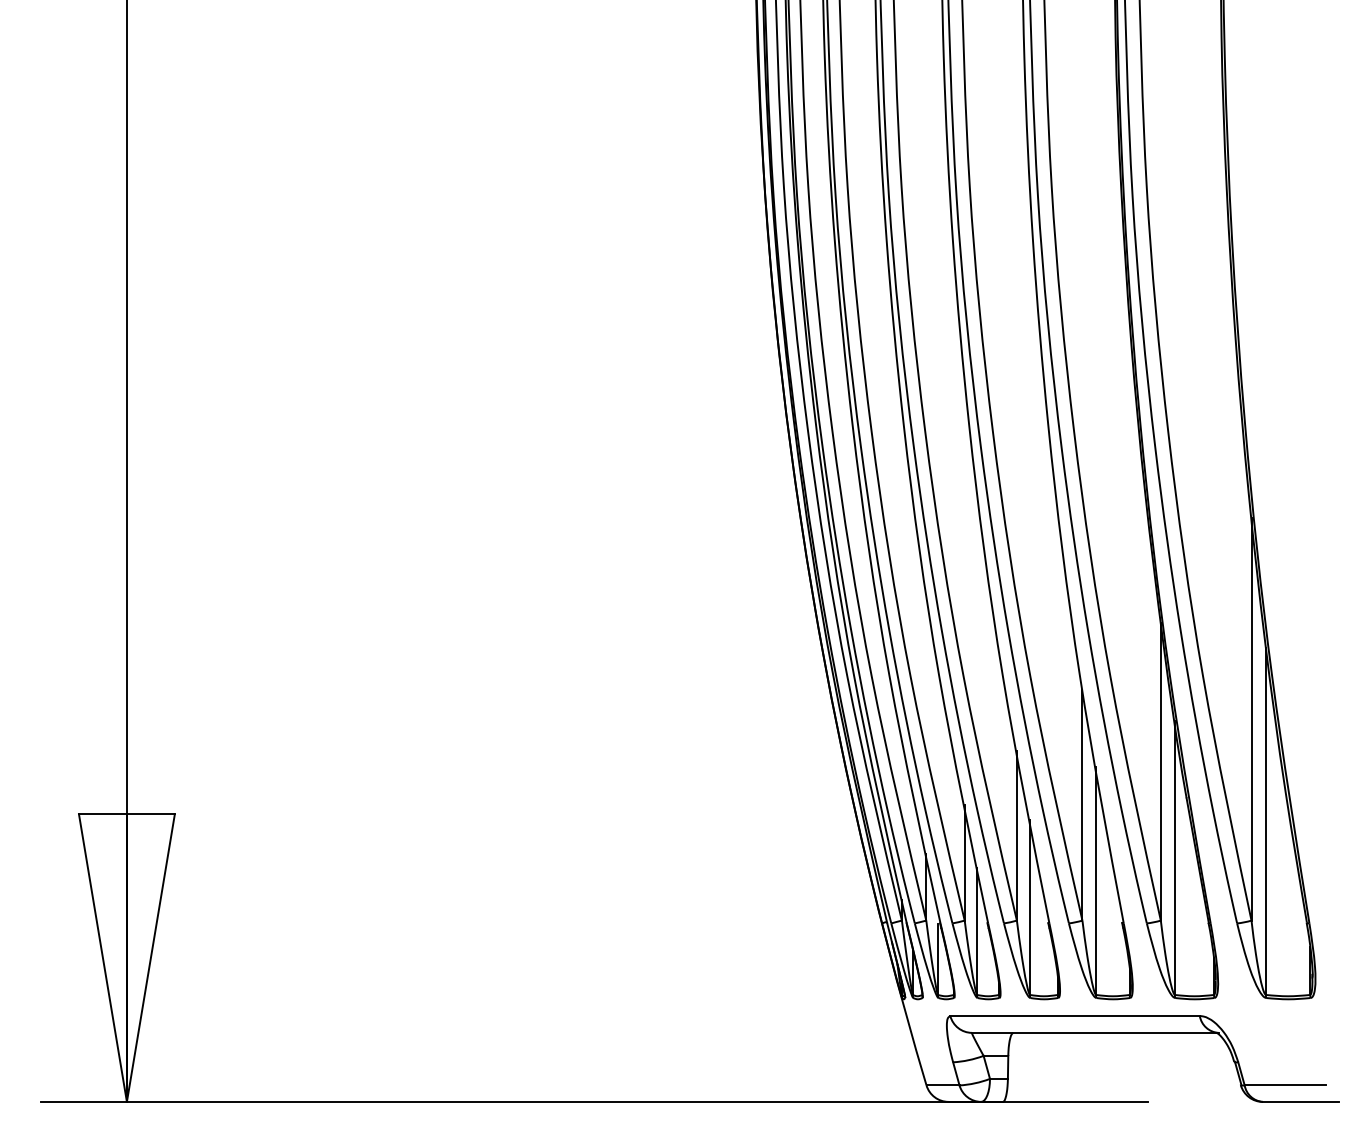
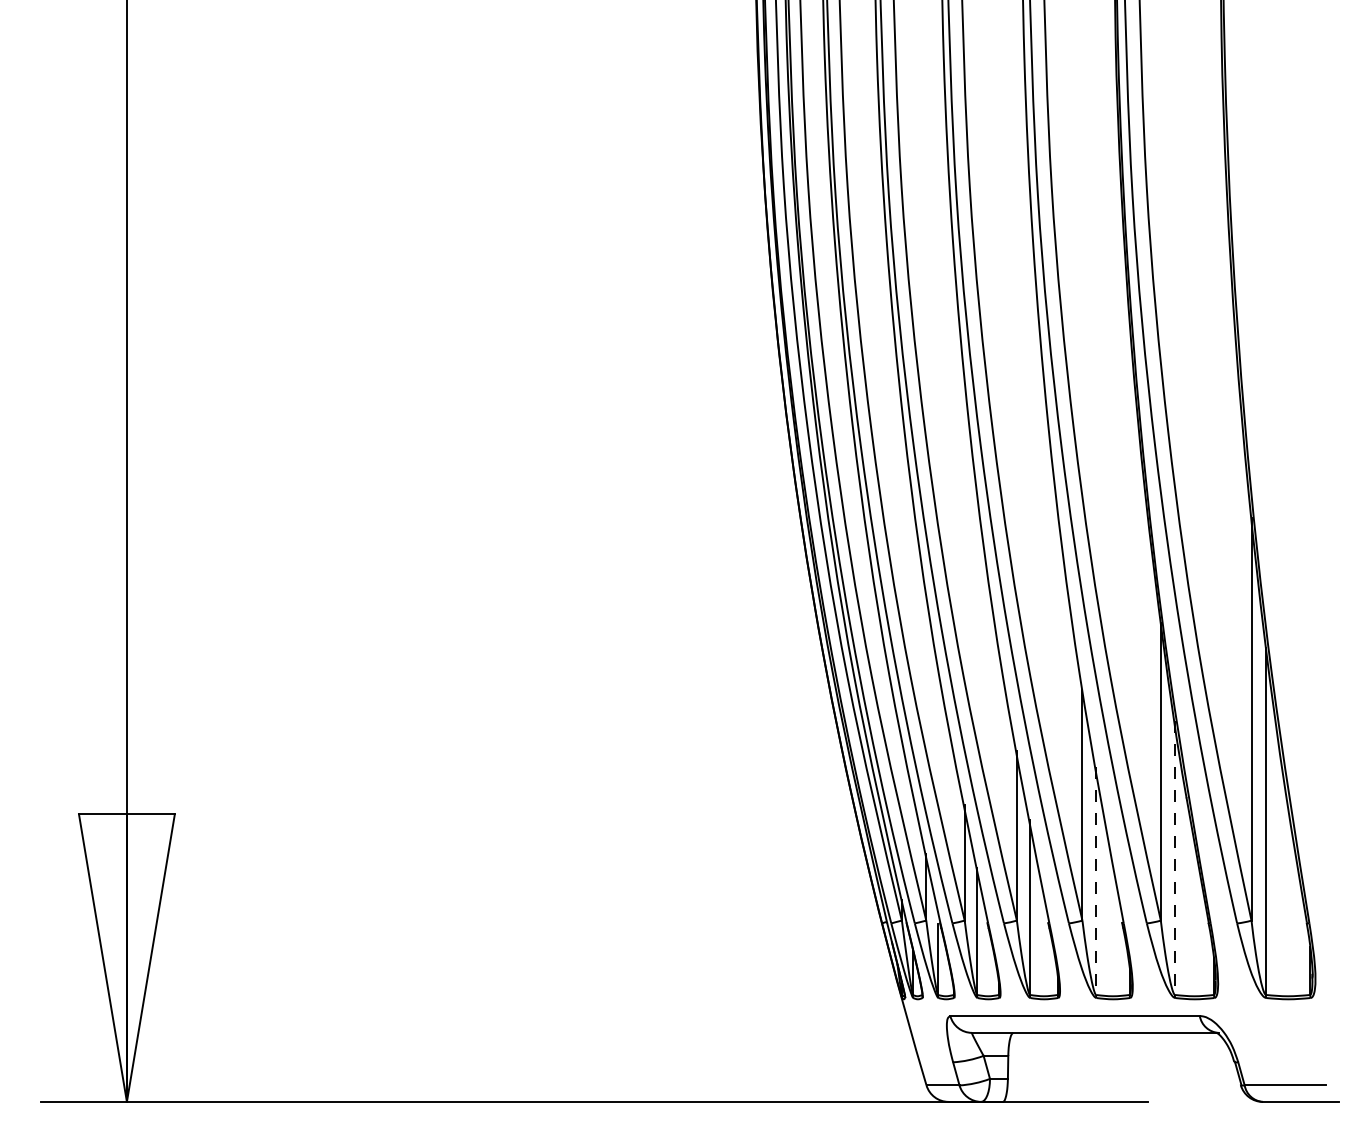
line at (1174, 858): solid -> dashed
line at (1096, 881): solid -> dashed
